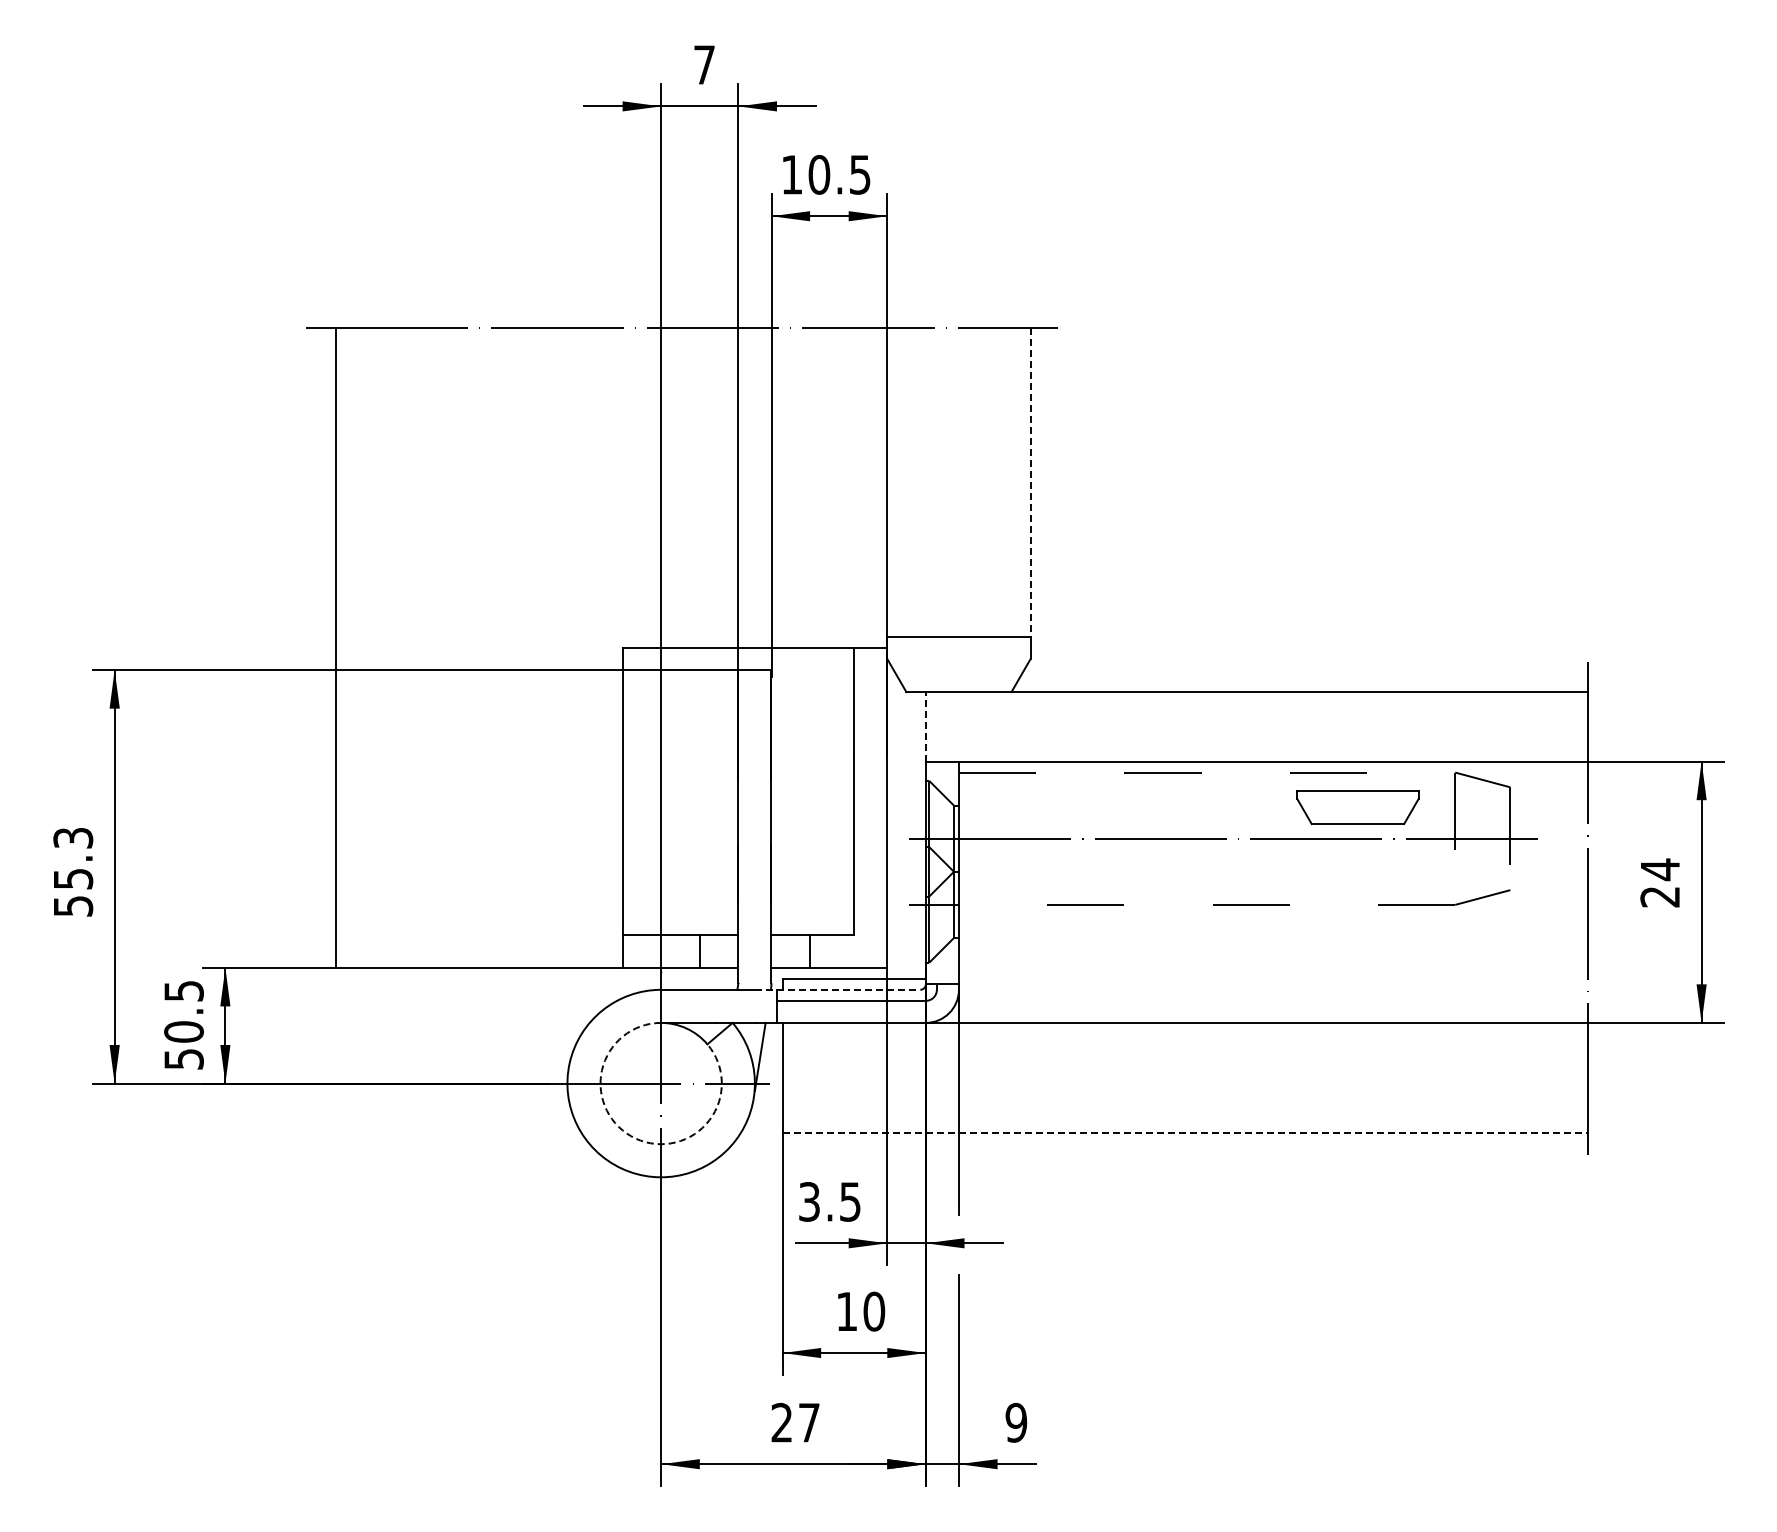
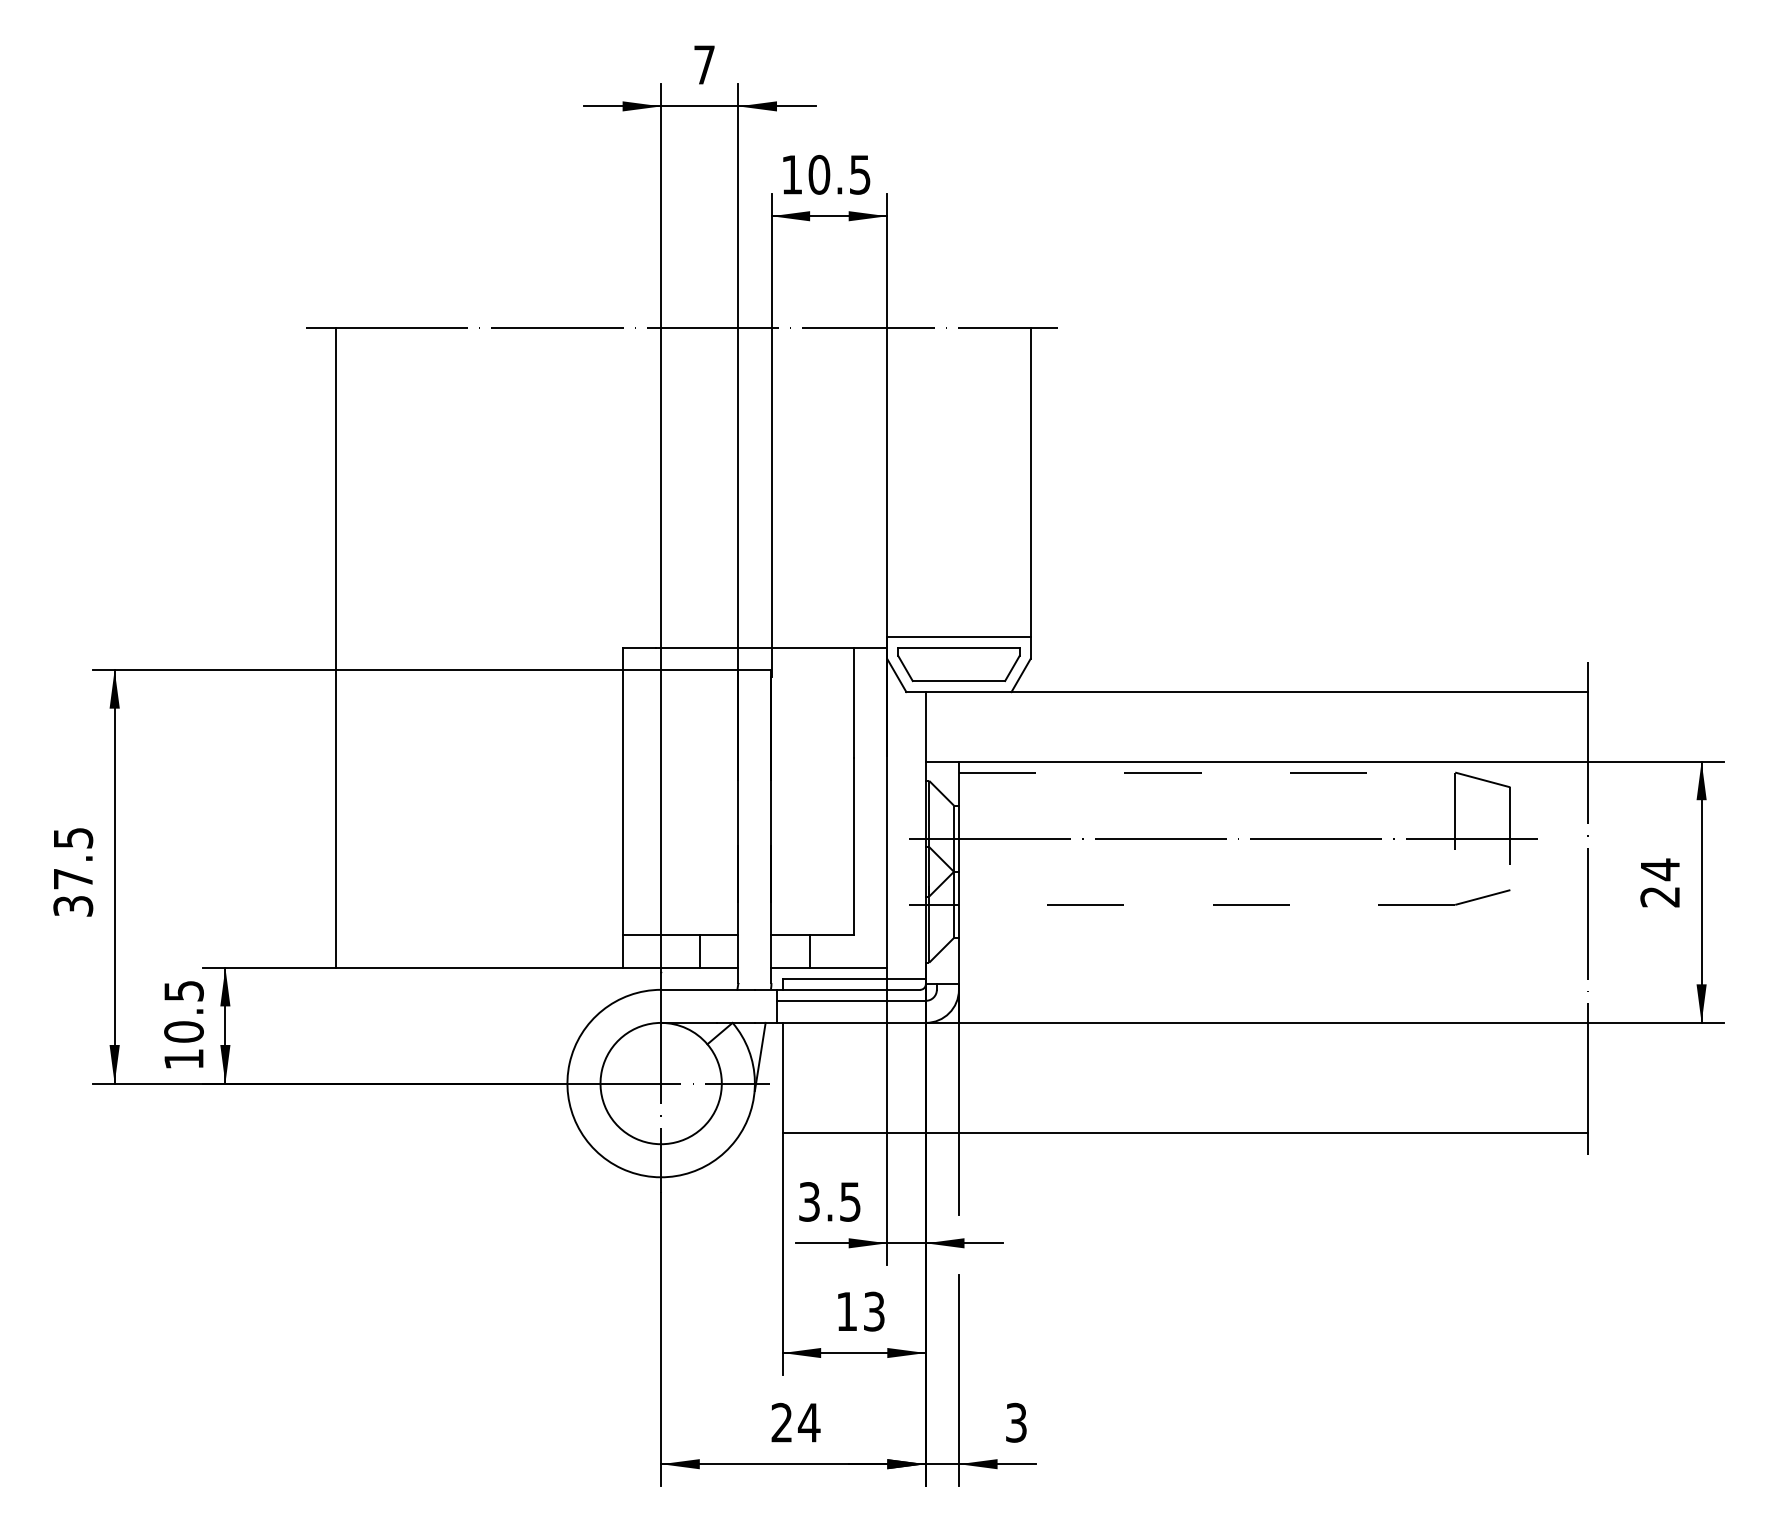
line at (1030, 483): dashed -> solid
line at (925, 726): dashed -> solid
part at (1357, 807) position: (1357, 807) -> (958, 664)
text at (73, 872): 55.3 -> 37.5
line at (837, 989): dashed -> solid
text at (183, 1059): 50.5 -> 10.5
line at (1185, 1133): dashed -> solid
arc at (635, 1138): dashed -> solid
text at (874, 1311): 10 -> 13
text at (808, 1422): 27 -> 24
text at (1016, 1422): 9 -> 3
